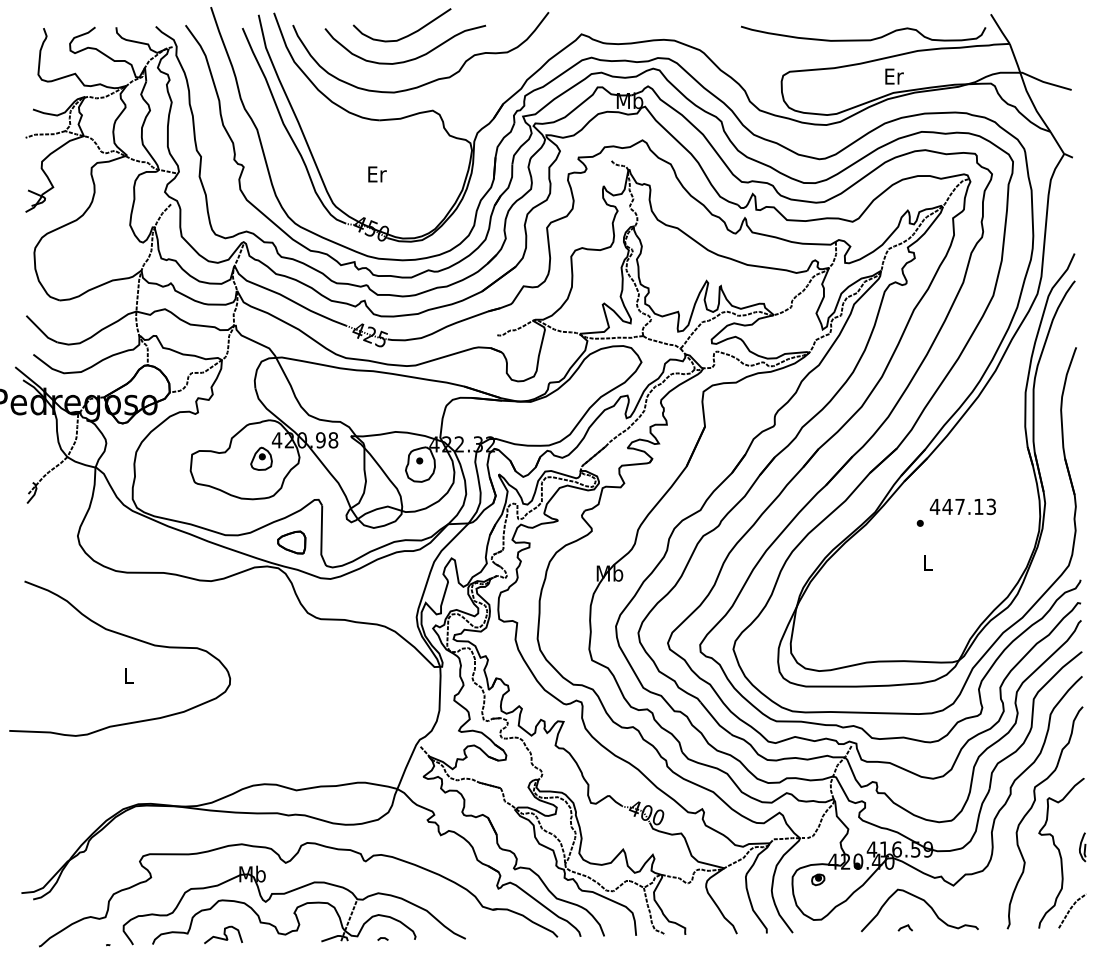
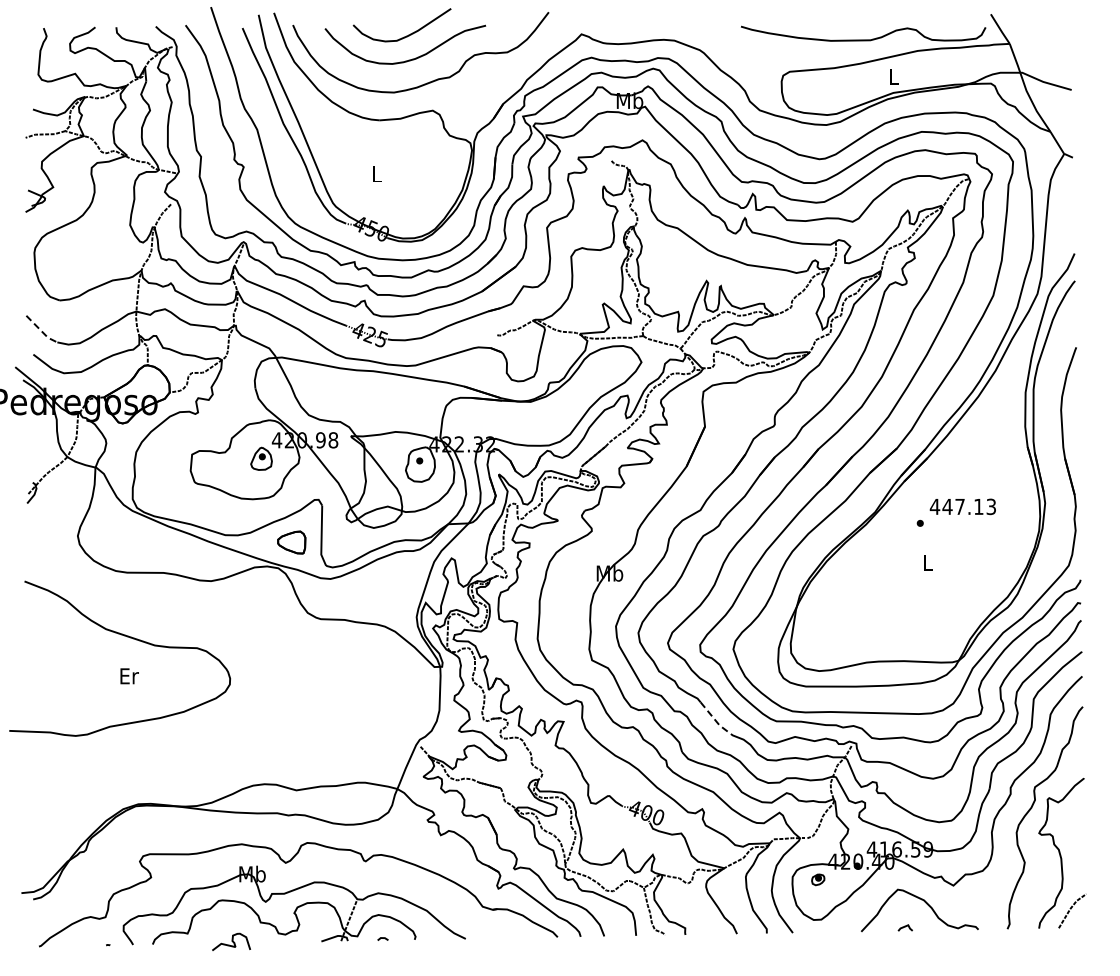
text at (894, 76): Er -> L
text at (377, 174): Er -> L
line at (41, 331): solid -> dashed
text at (129, 676): L -> Er
line at (715, 720): solid -> dashed
part at (1082, 847): present -> none
curve at (223, 934) position: (223, 934) -> (231, 941)
